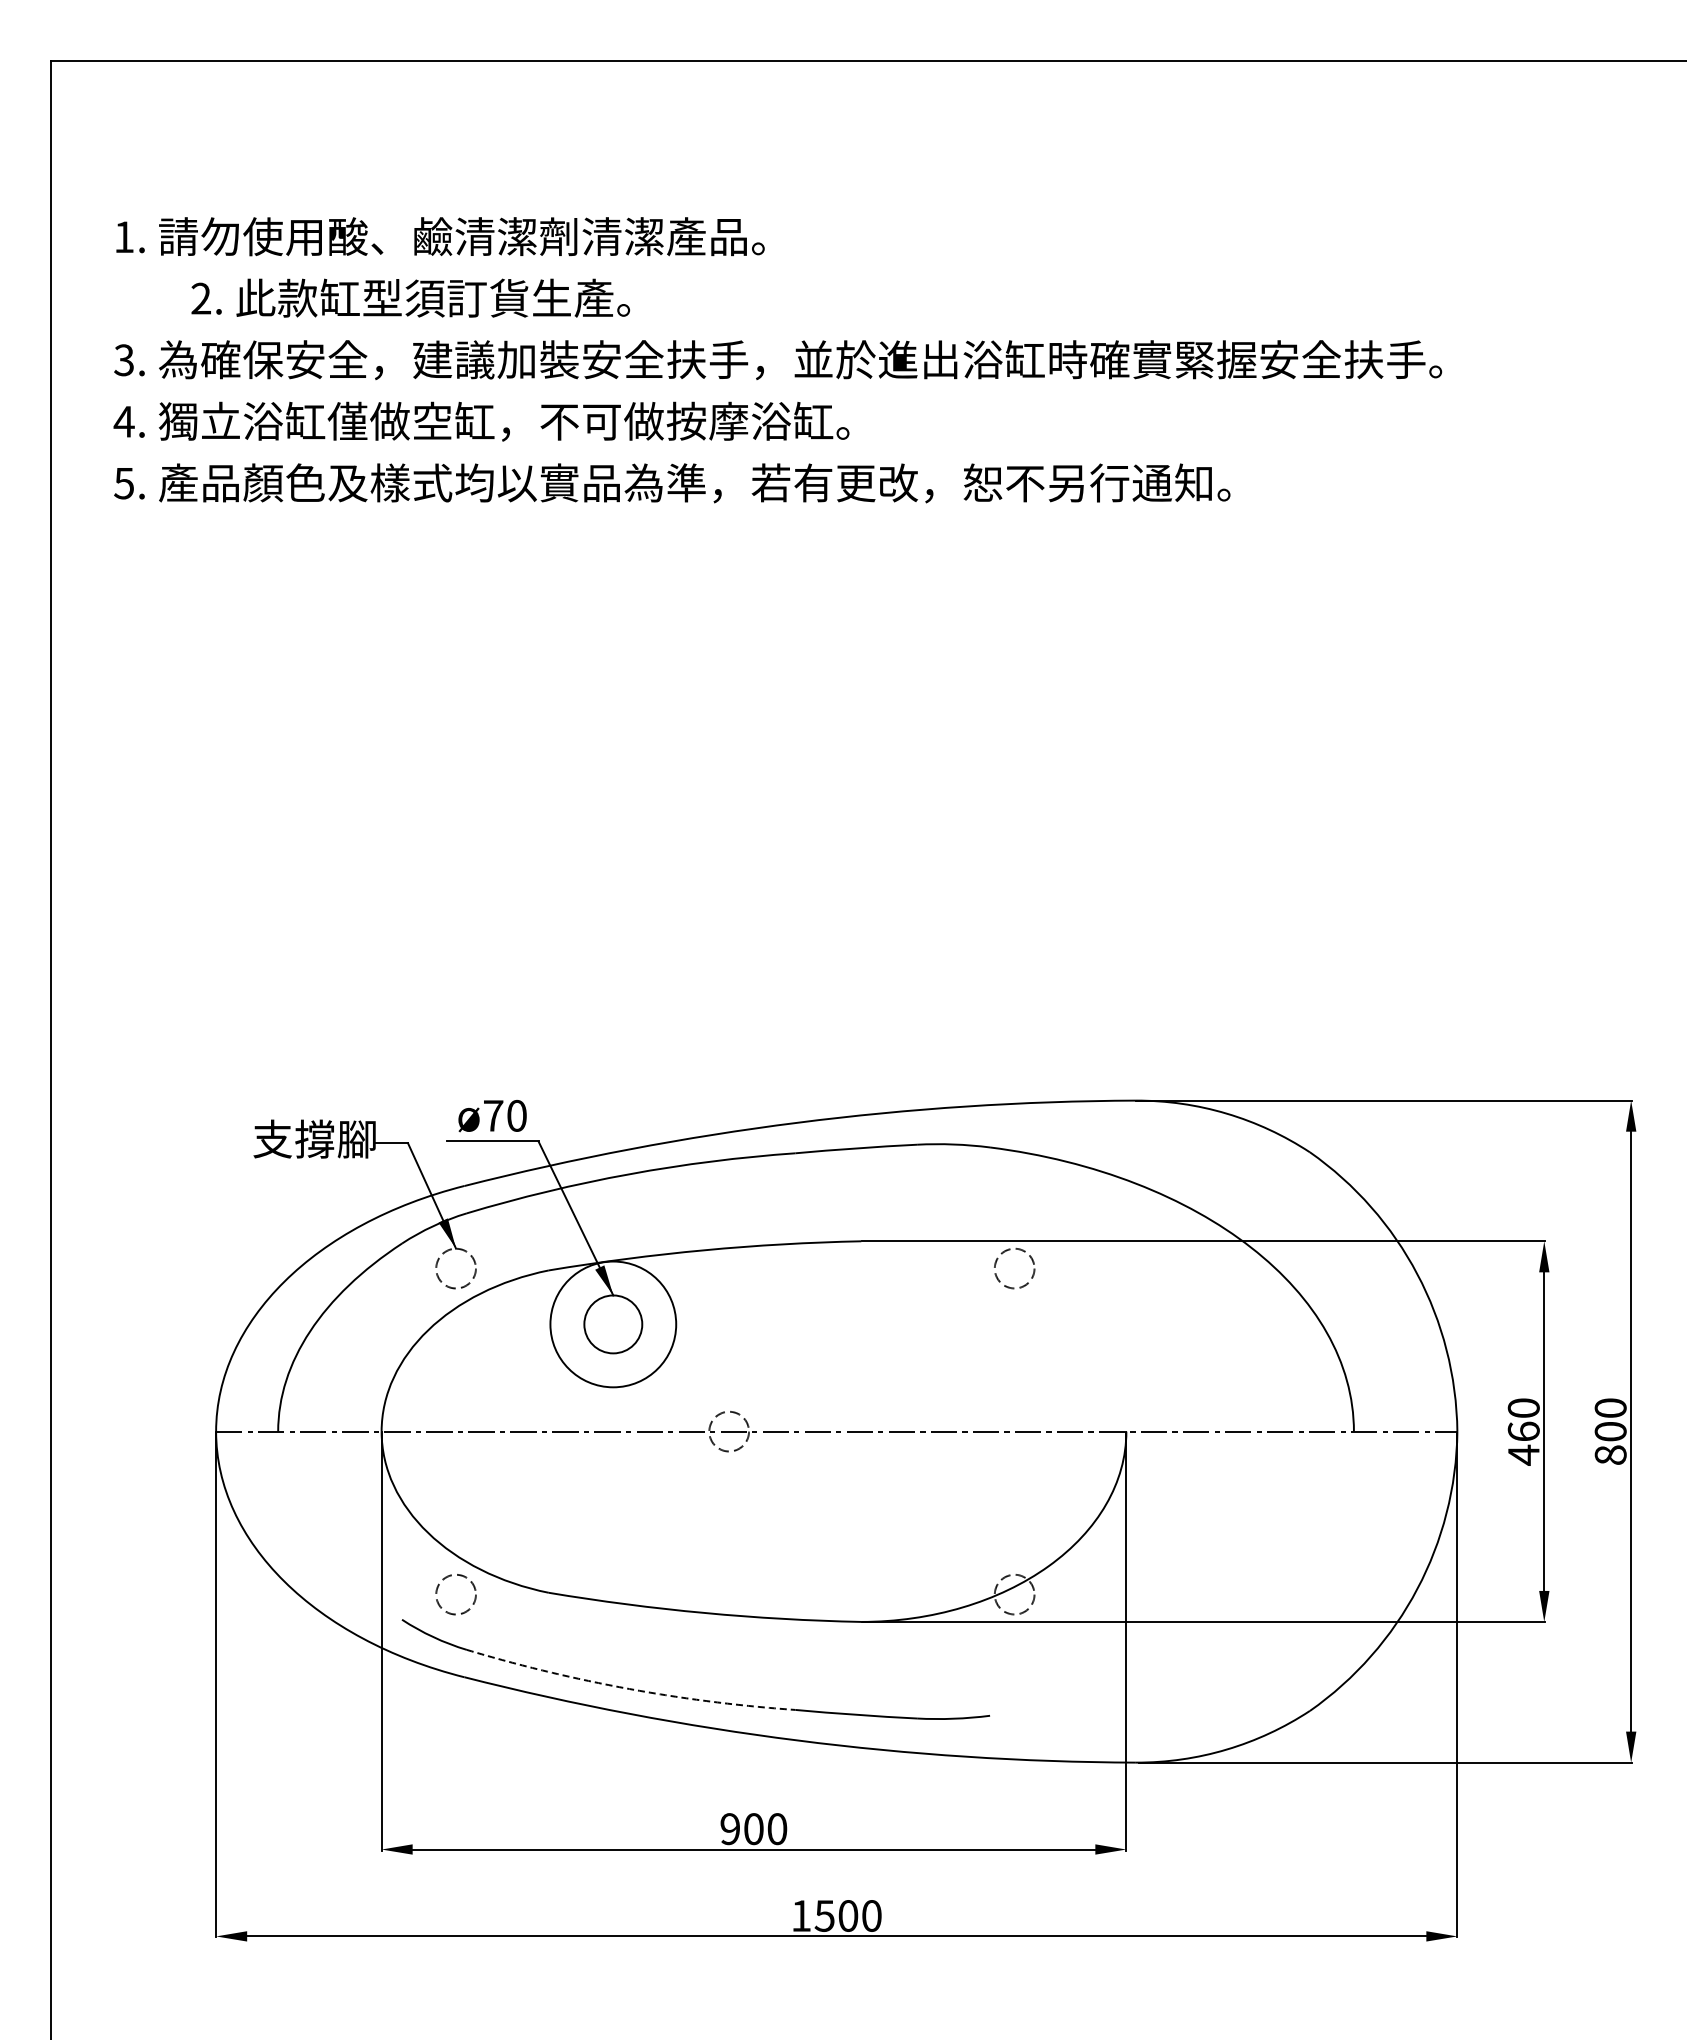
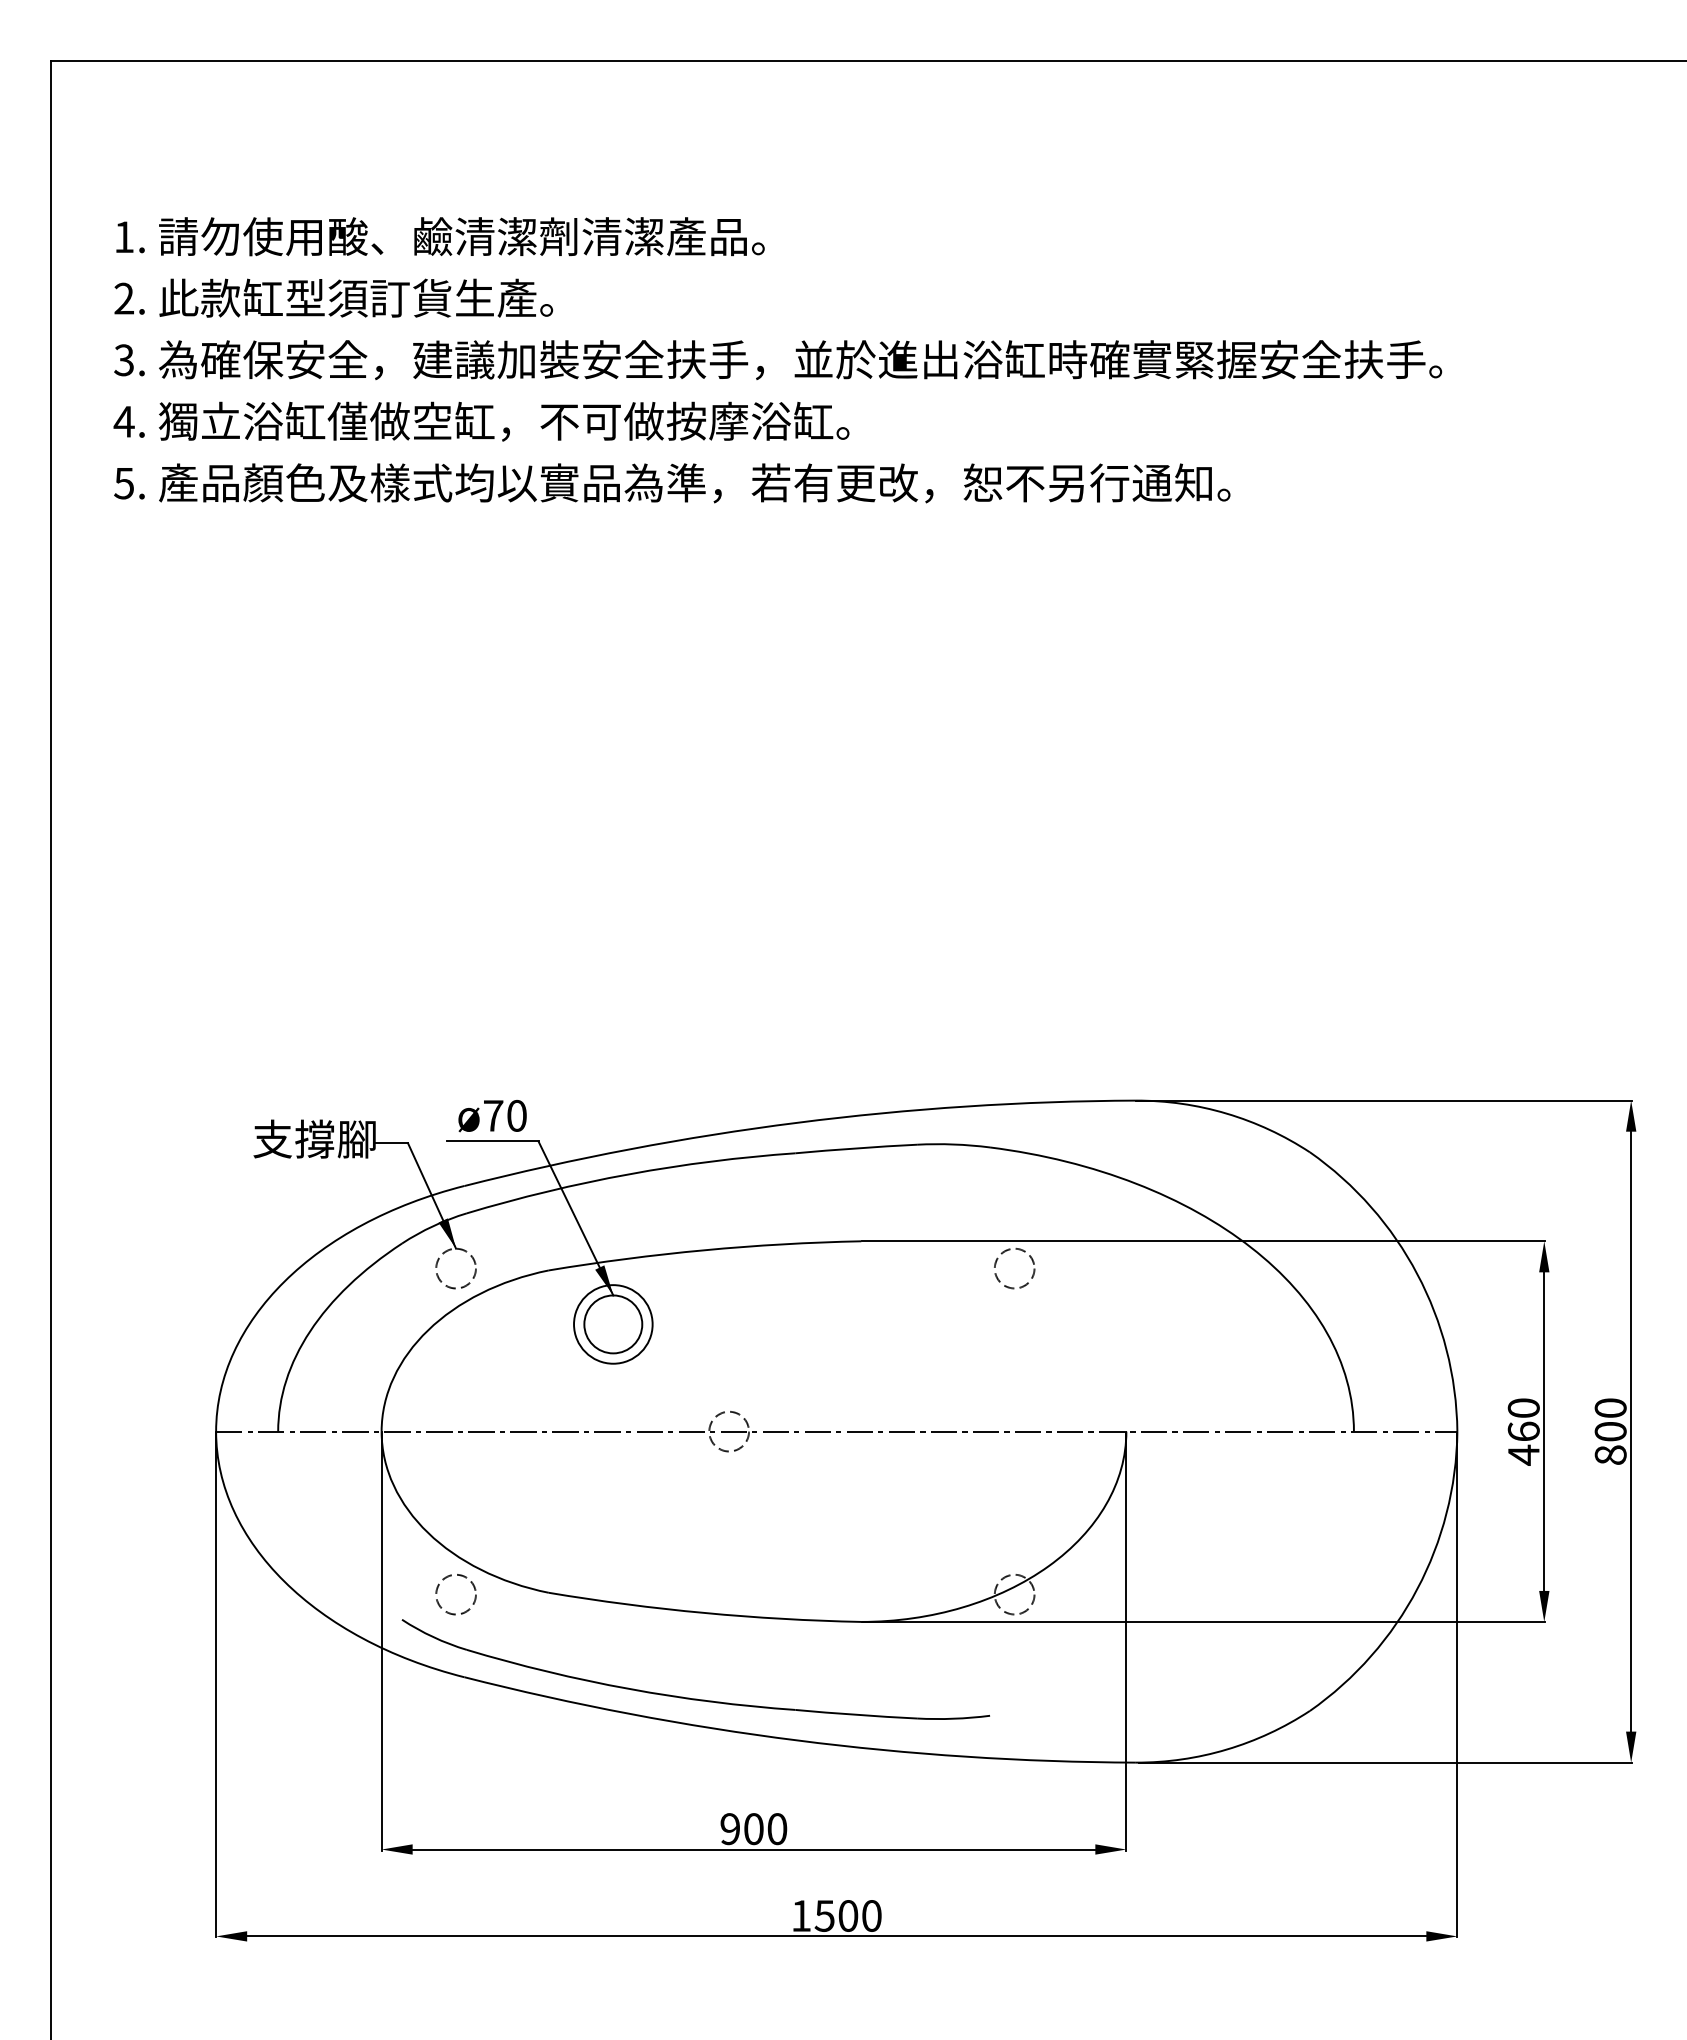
text at (410, 297) position: (410, 297) -> (333, 297)
circle at (613, 1324) diameter: 126 px -> 79 px
arc at (629, 1689): dashed -> solid
